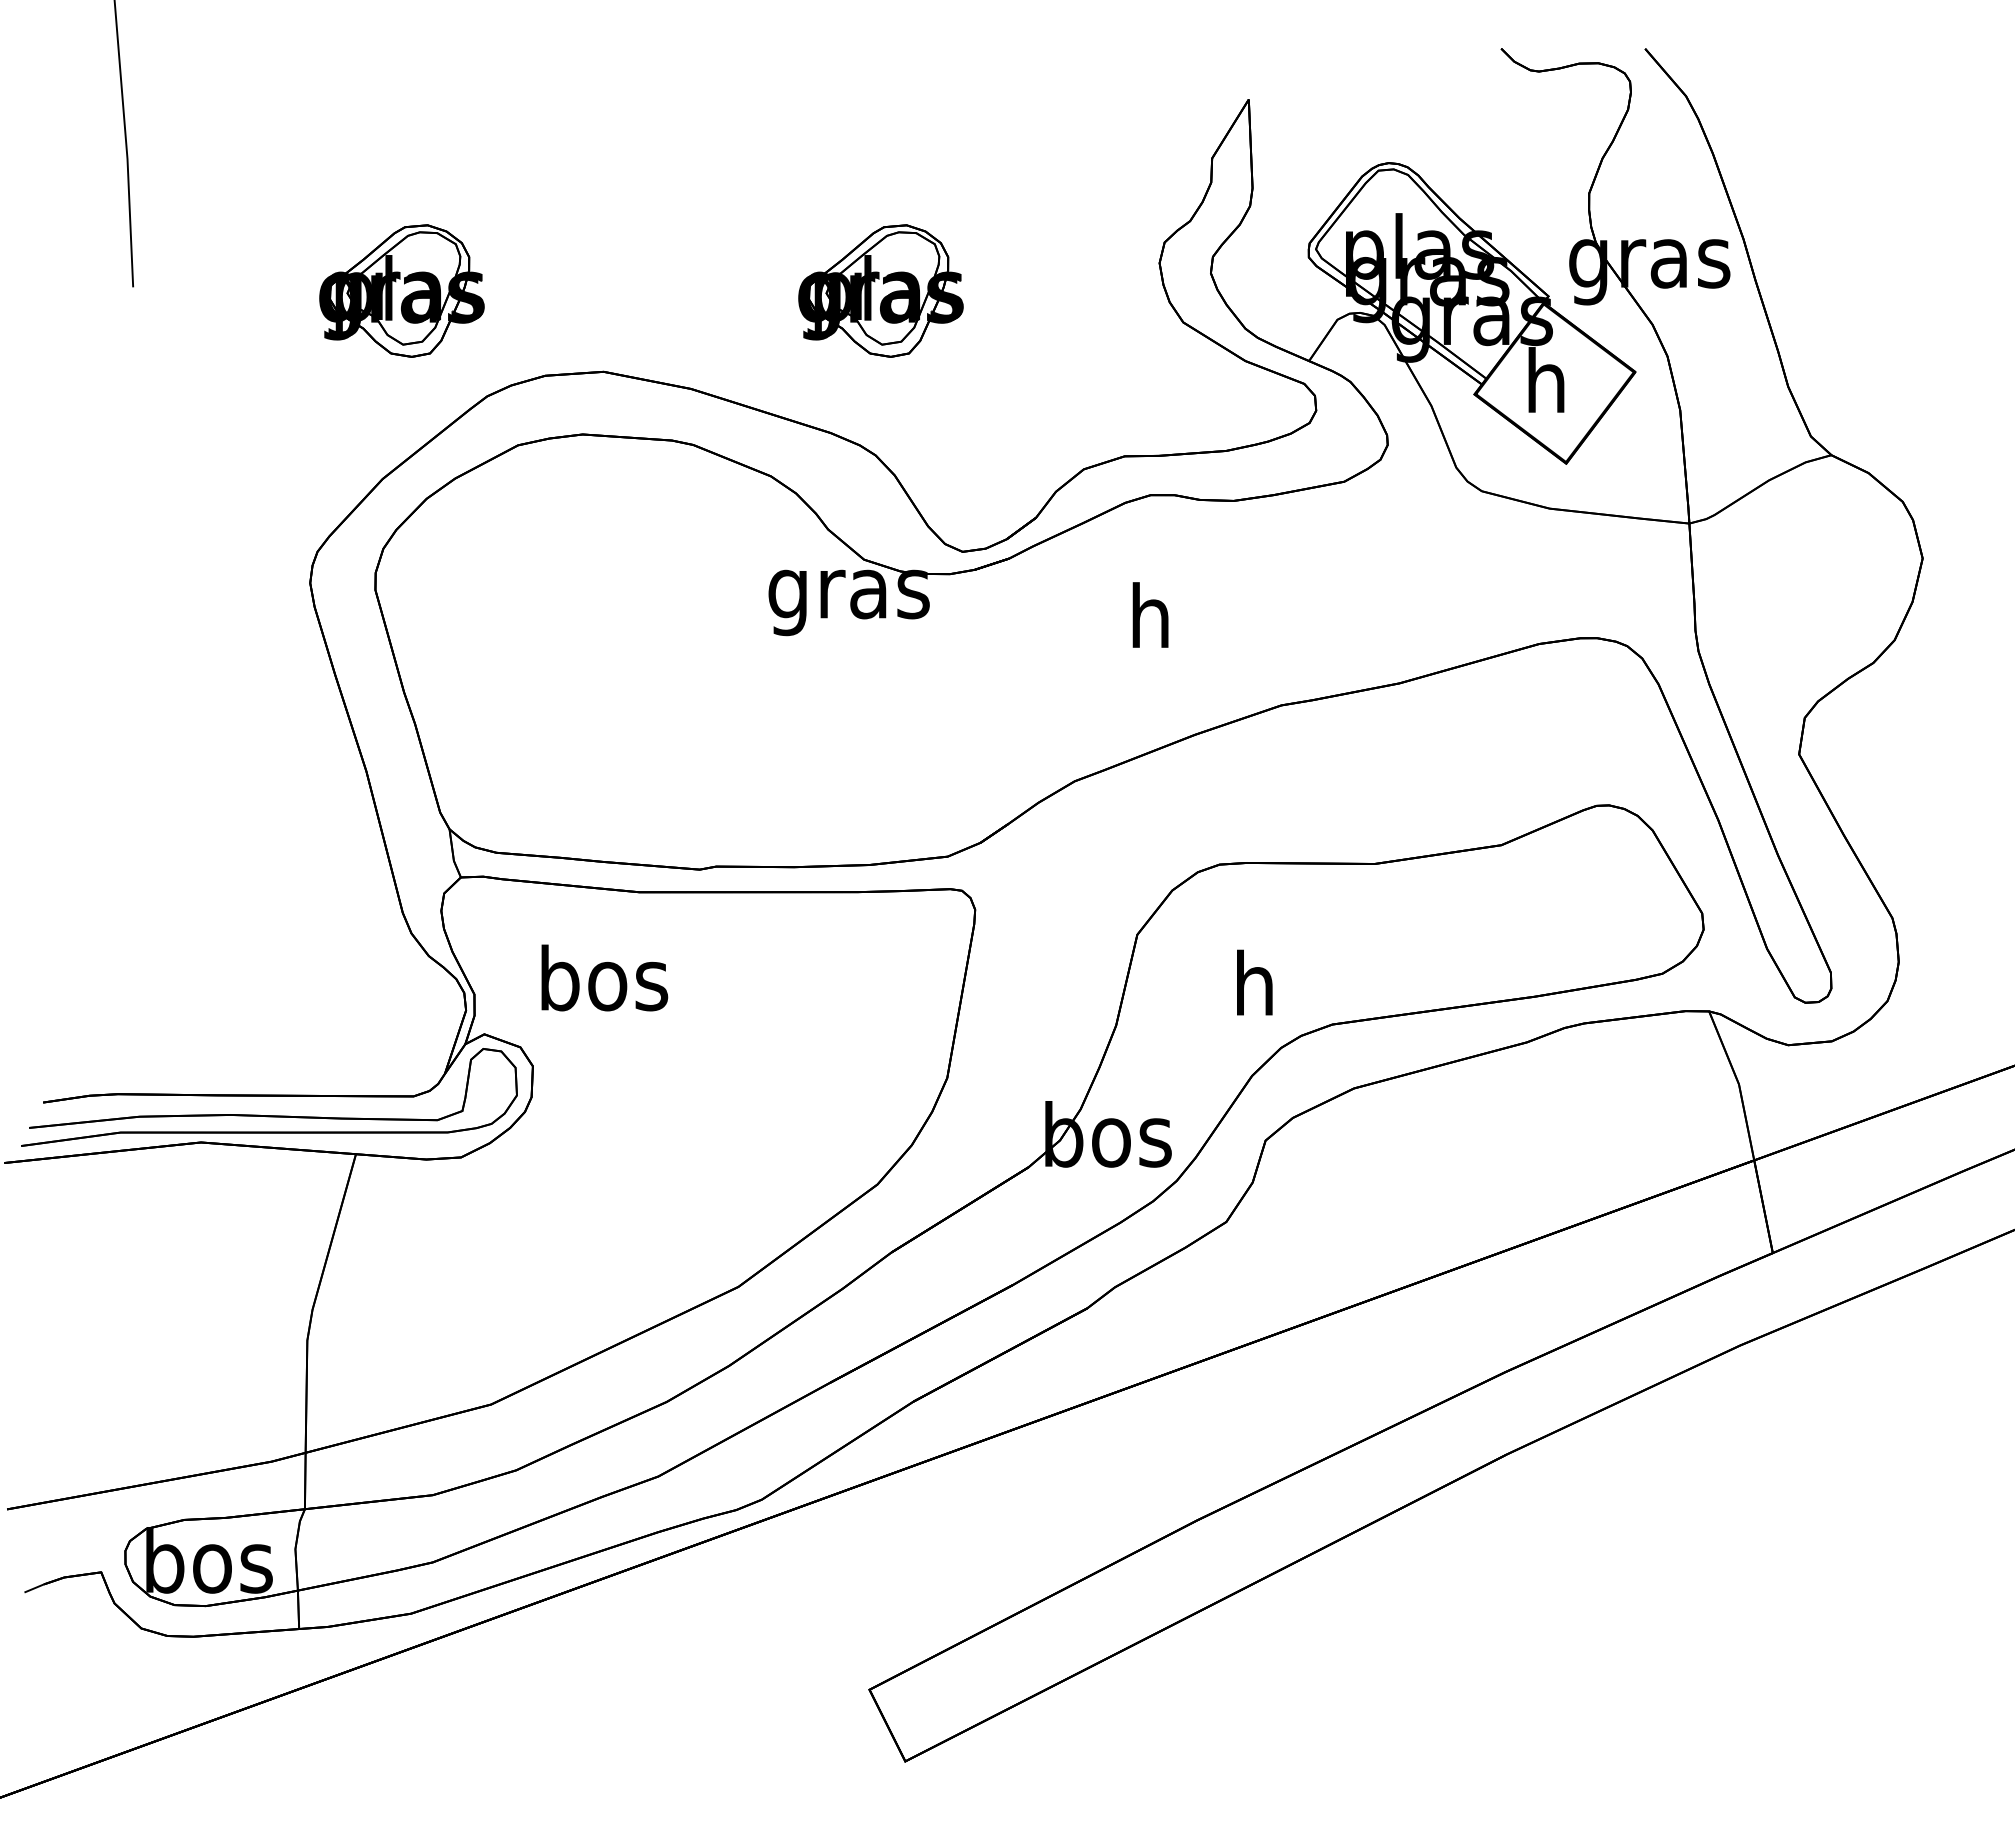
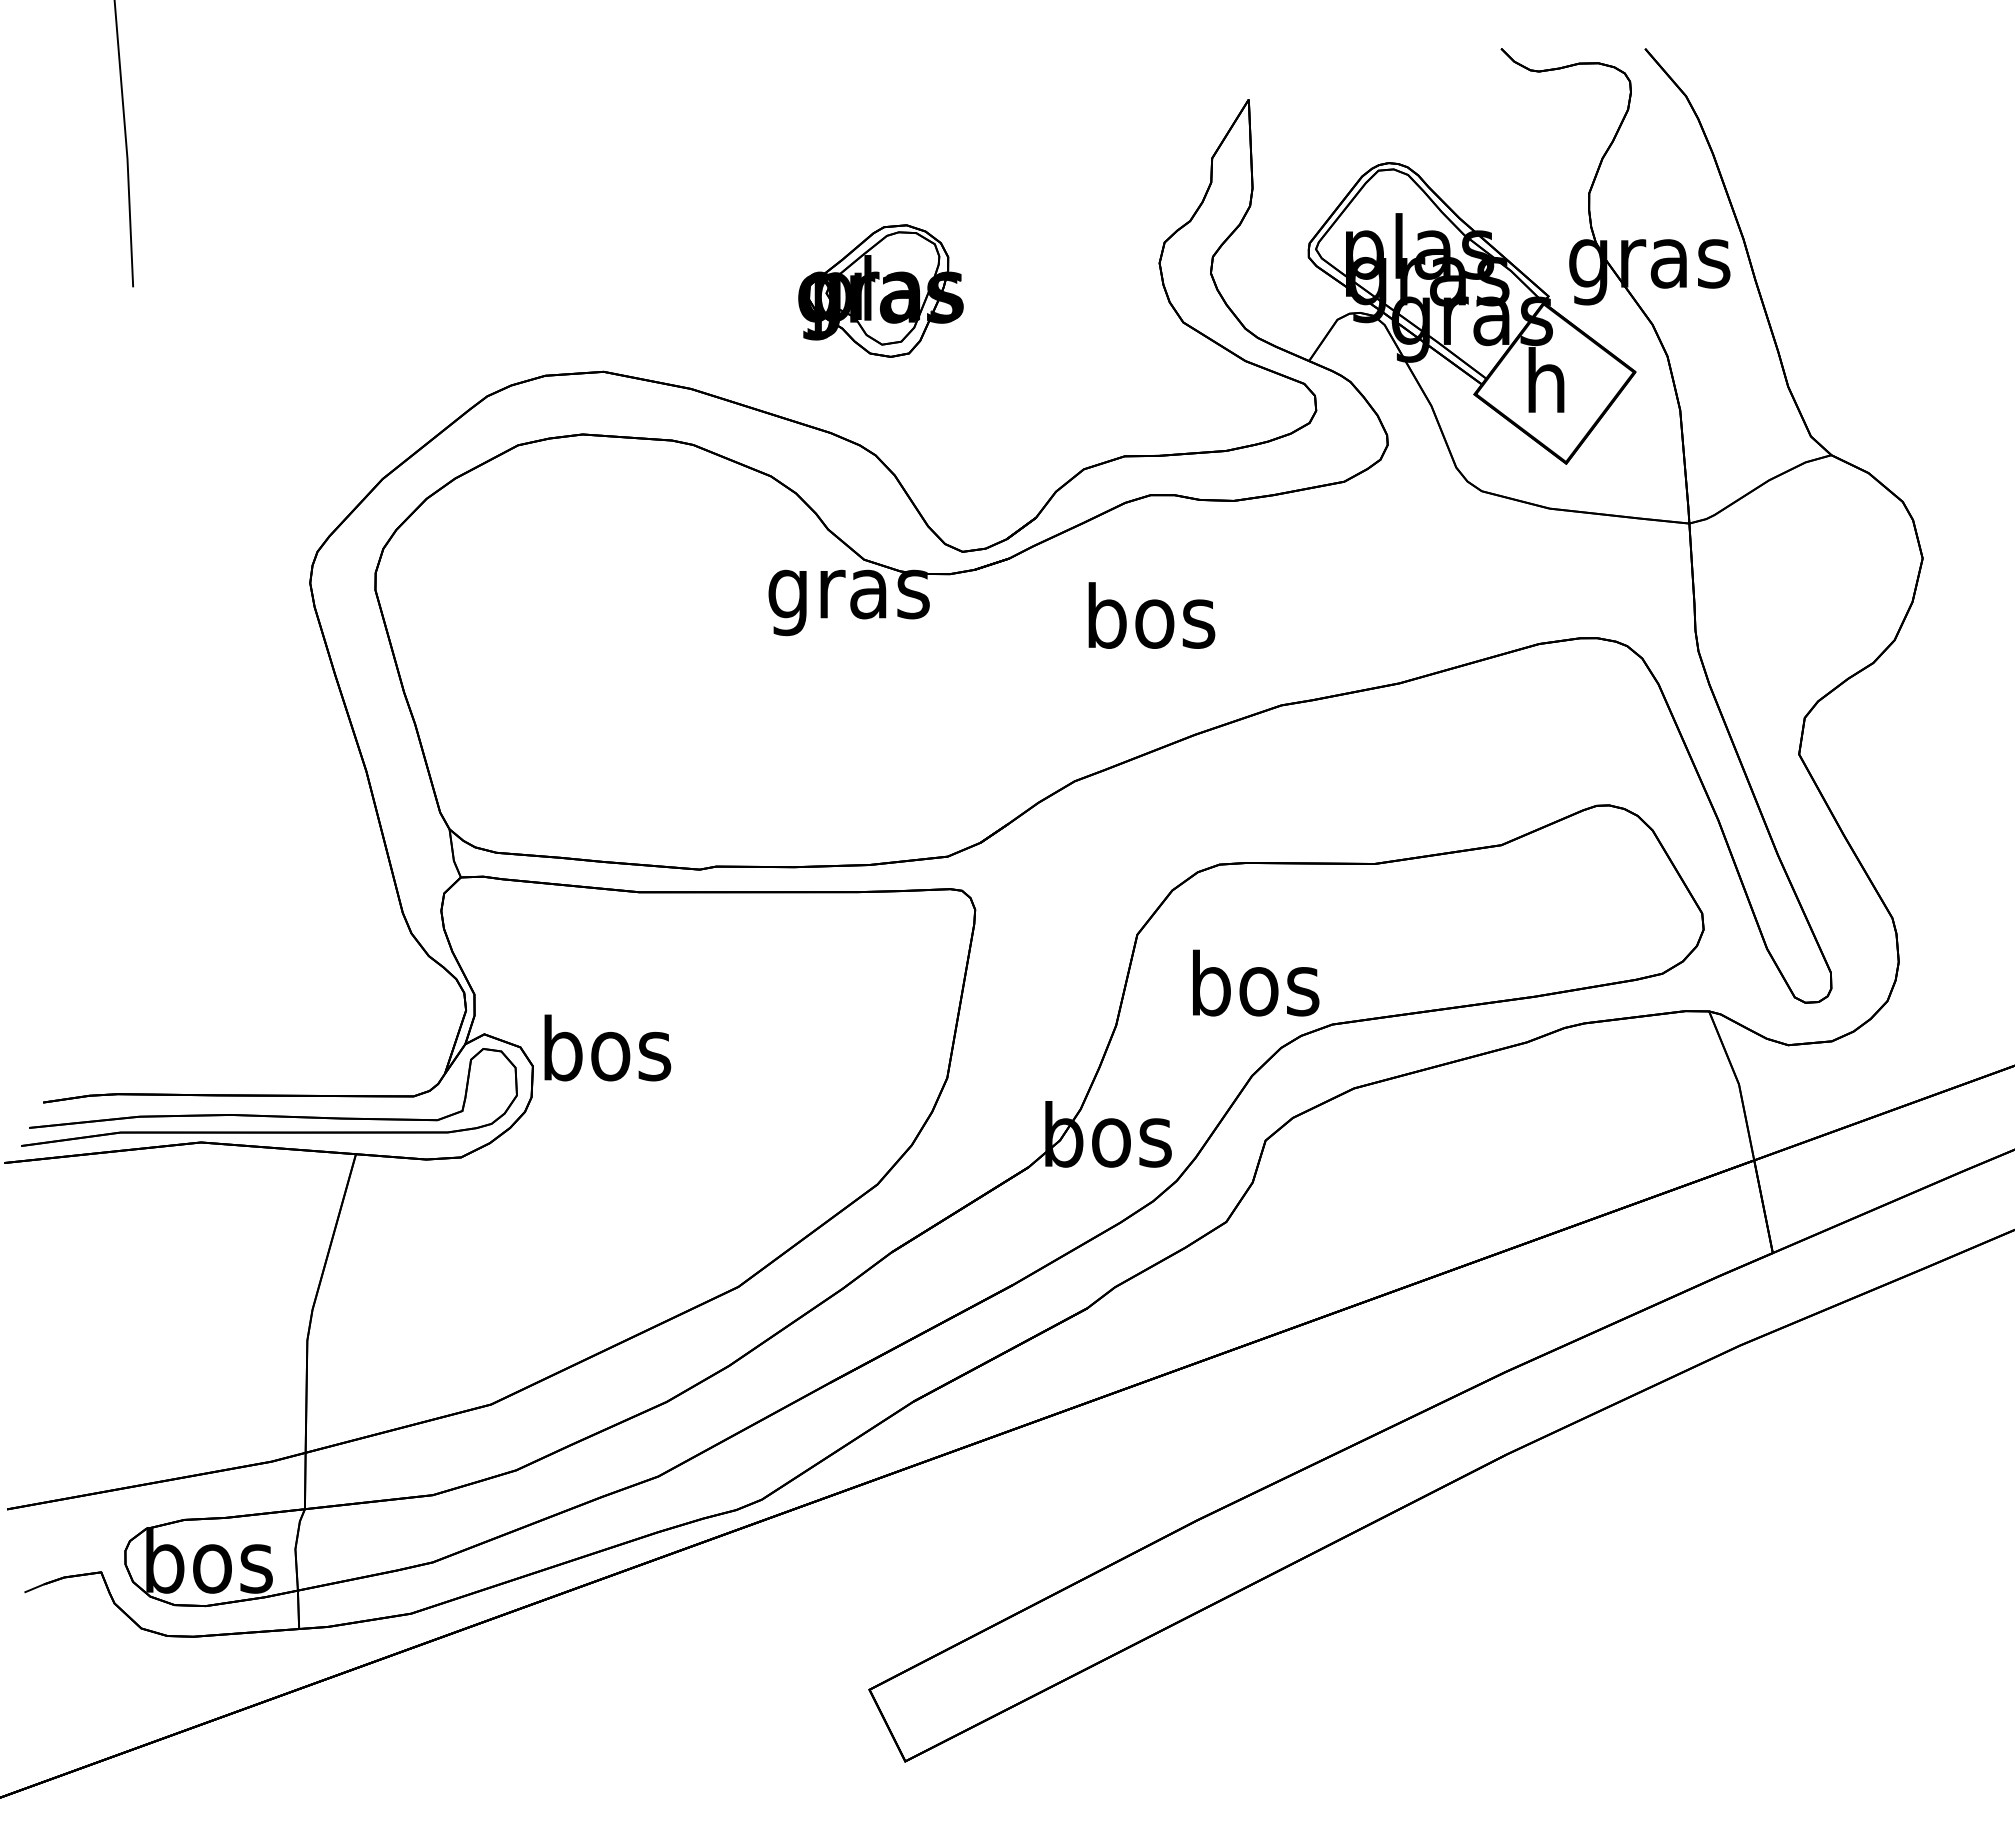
part at (401, 290): present -> none
text at (1151, 615): h -> bos
text at (604, 977) position: (604, 977) -> (607, 1047)
text at (1256, 982): h -> bos
